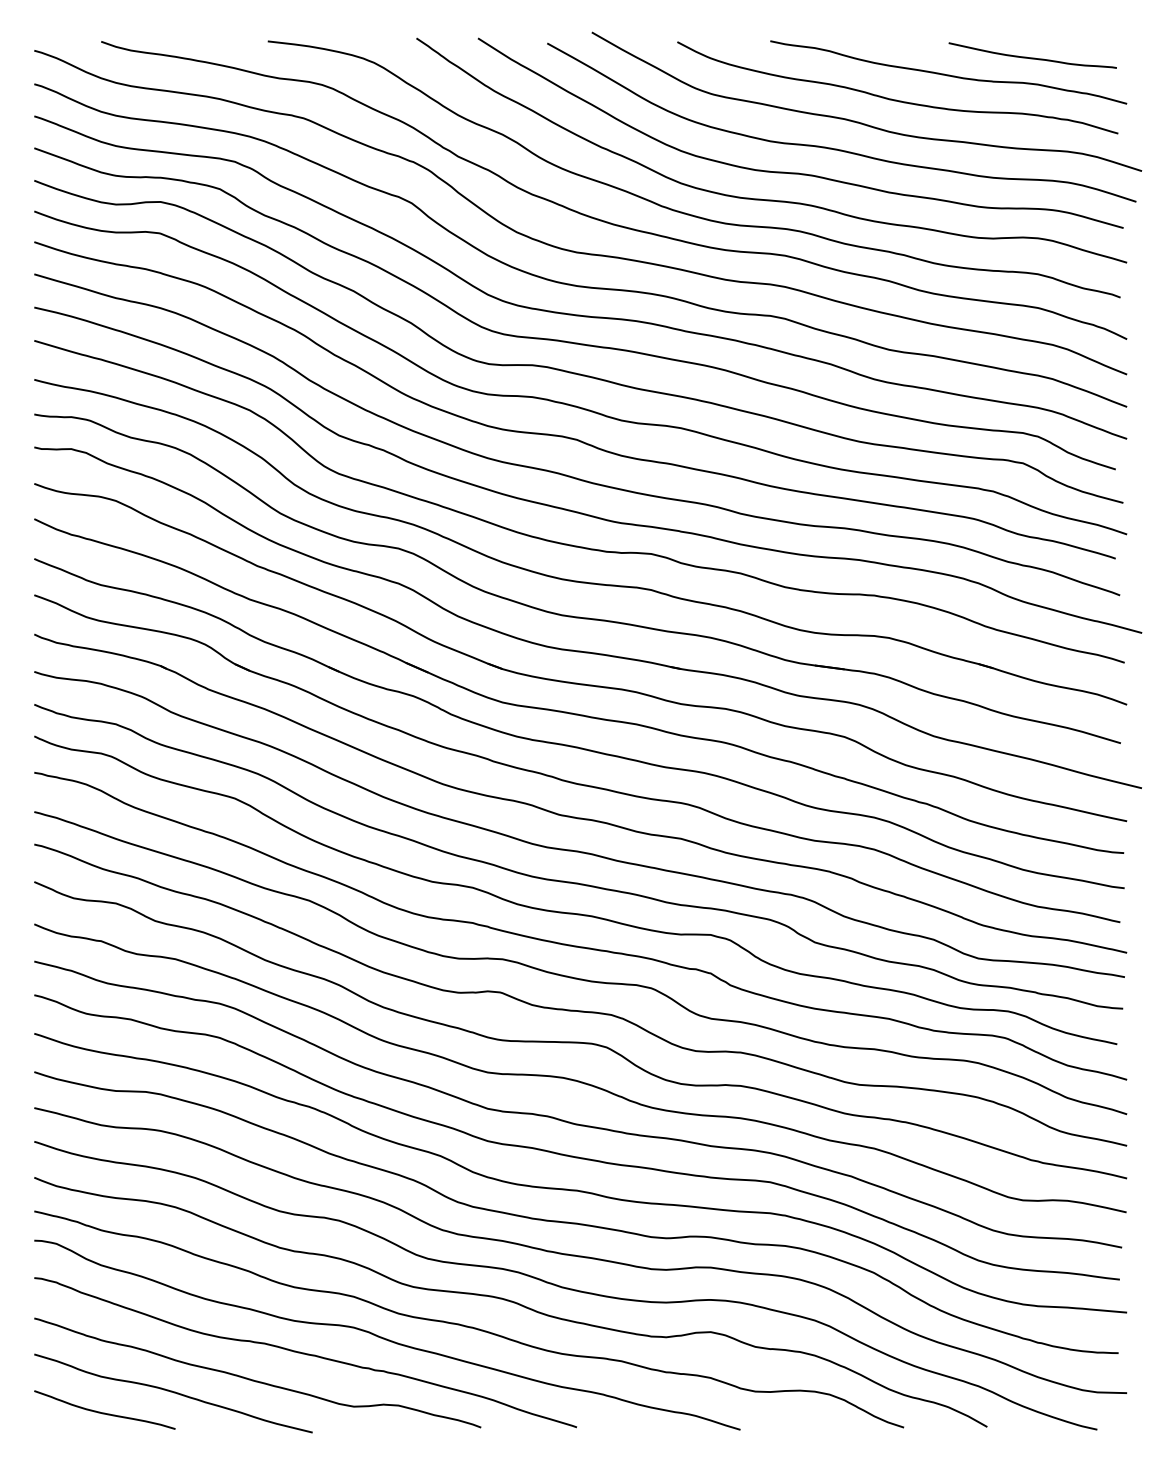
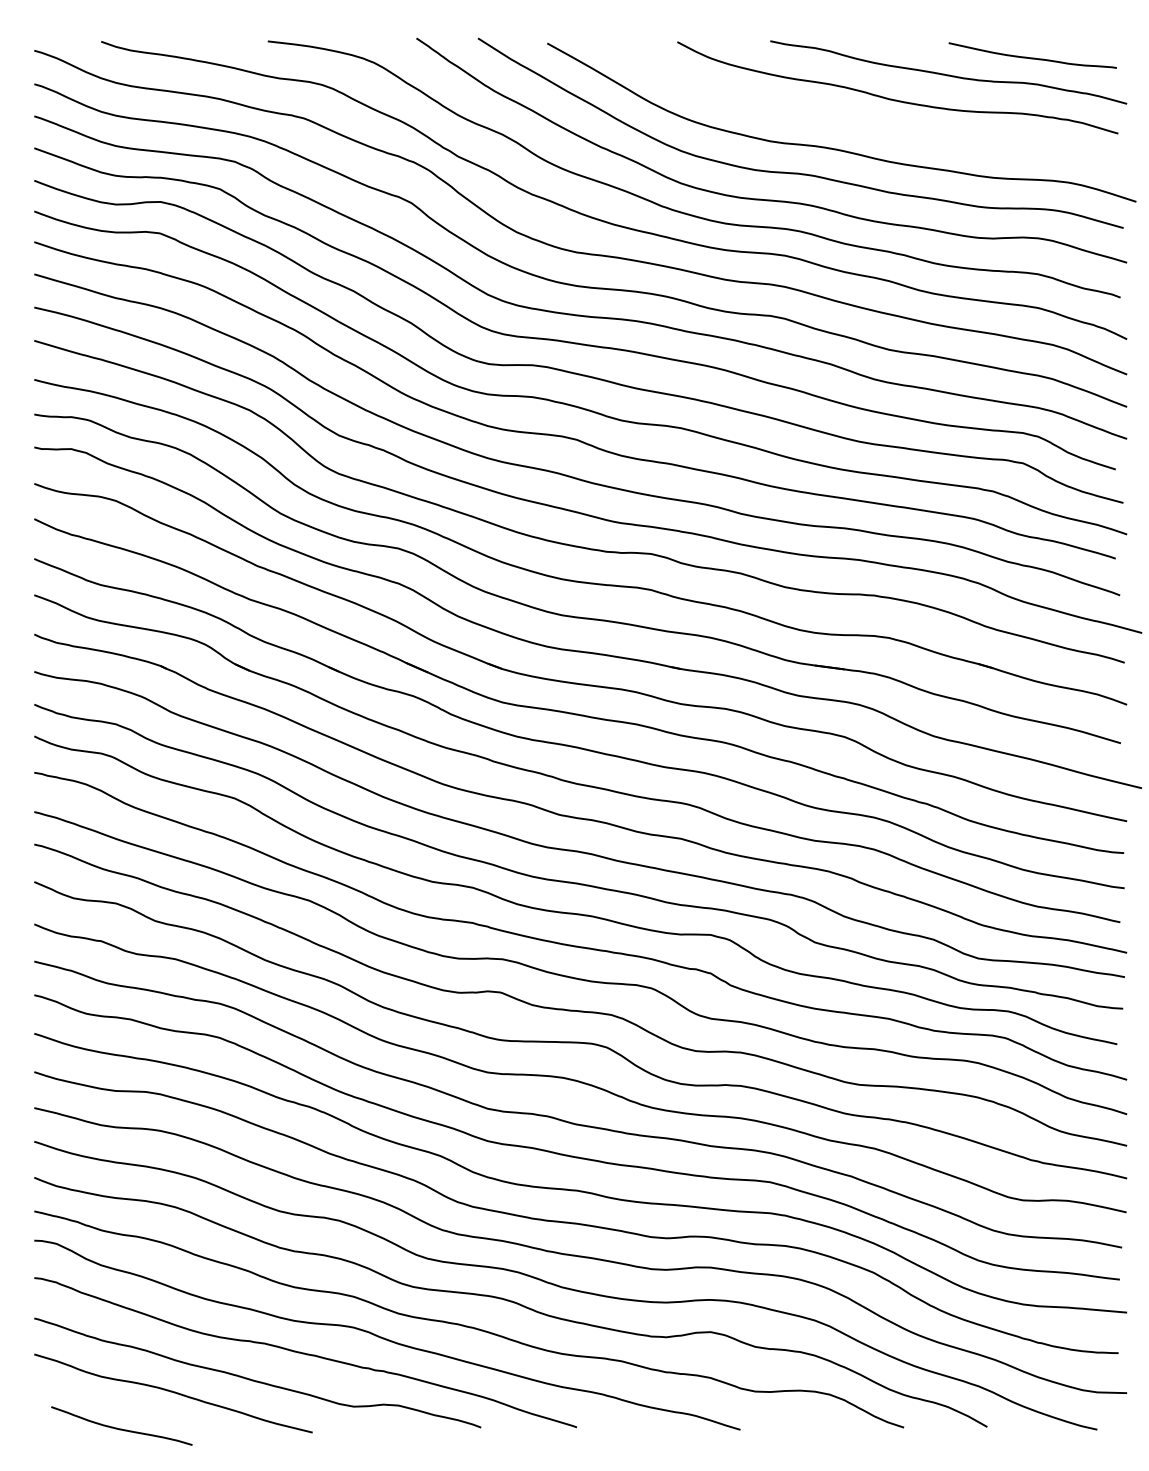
curve at (862, 122): present -> none
curve at (104, 1412) position: (104, 1412) -> (121, 1428)
